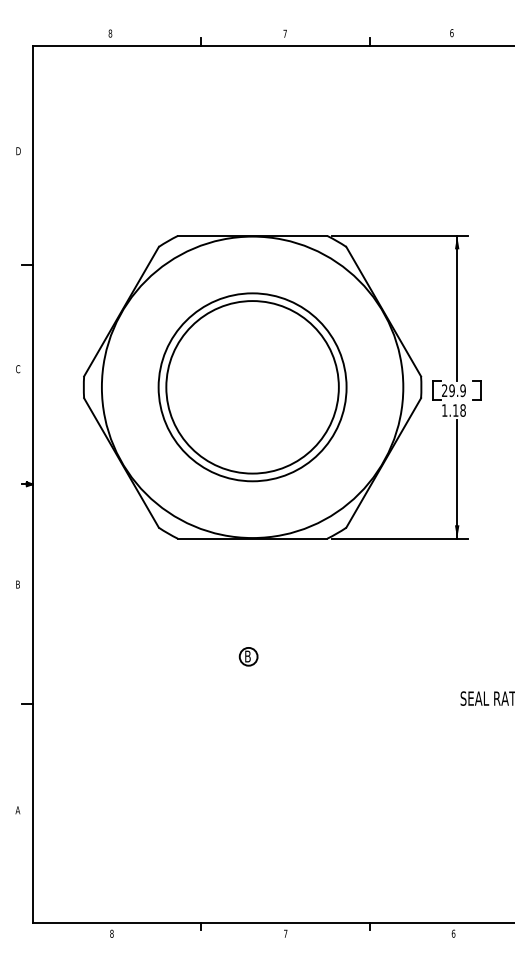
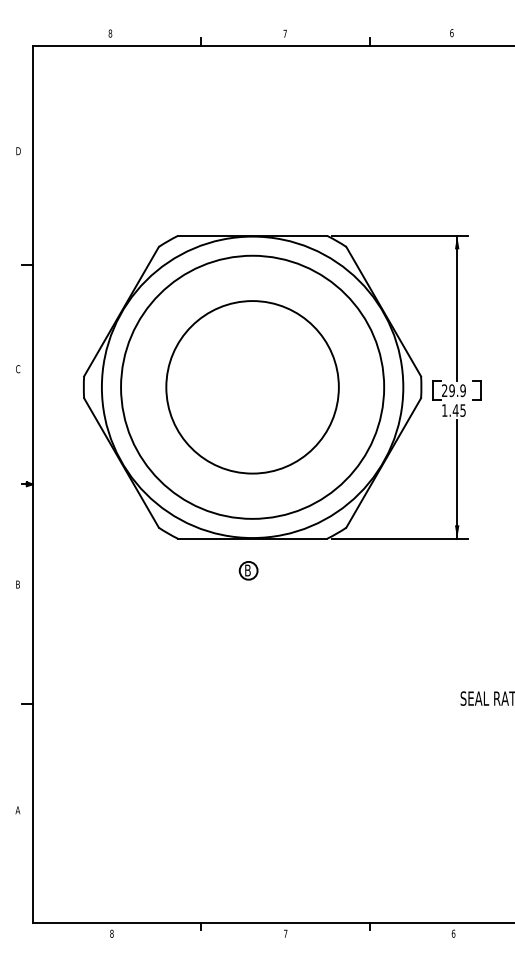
circle at (252, 387) diameter: 188 px -> 263 px
text at (458, 410): 1.18 -> 1.45
part at (248, 656) position: (248, 656) -> (248, 570)
